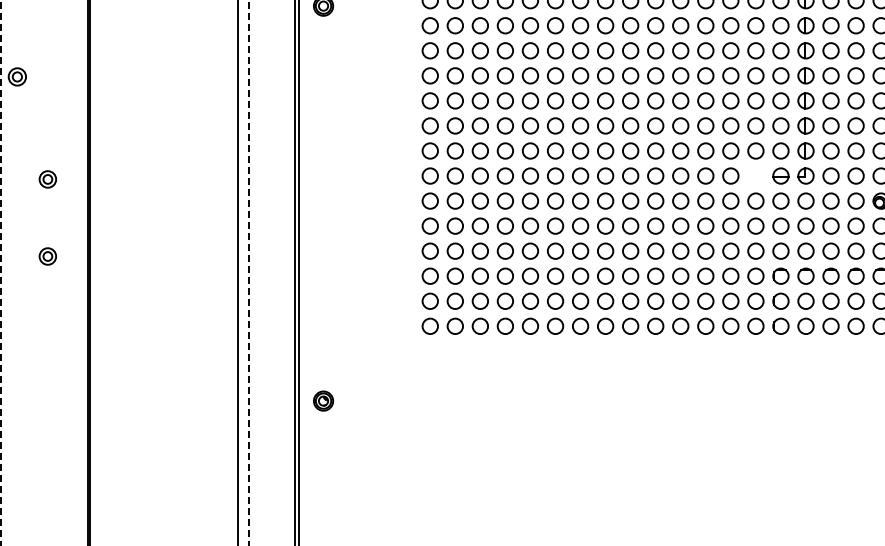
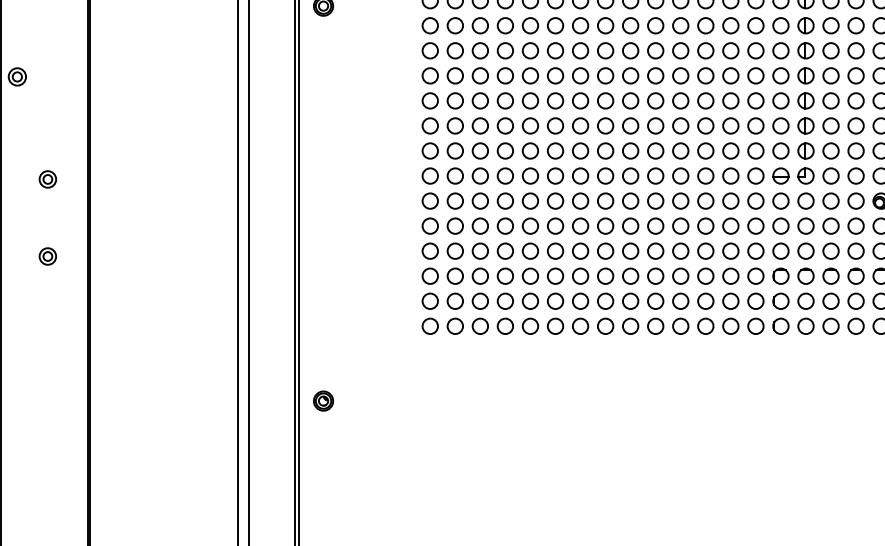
circle at (755, 175): none -> present
line at (0, 273): dashed -> solid
line at (248, 273): dashed -> solid
